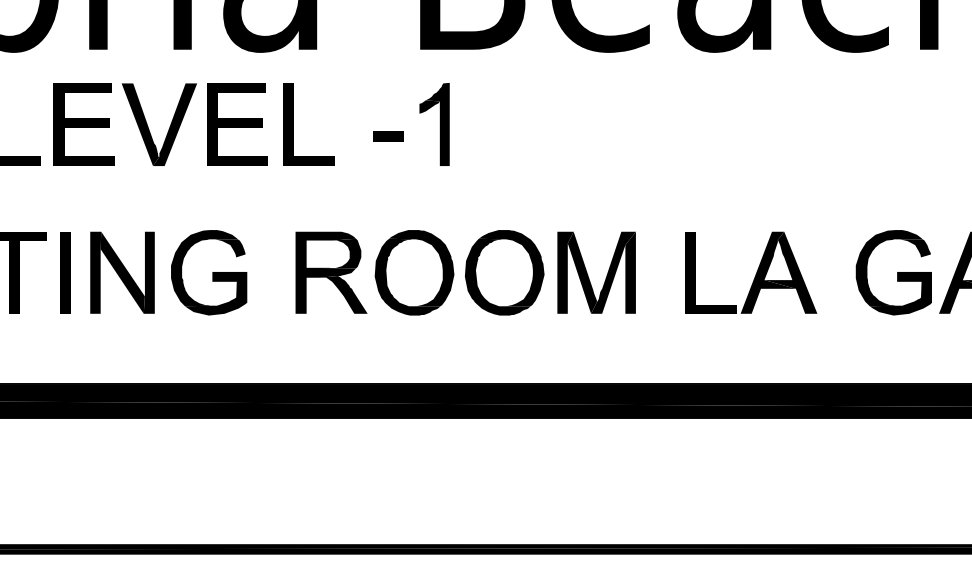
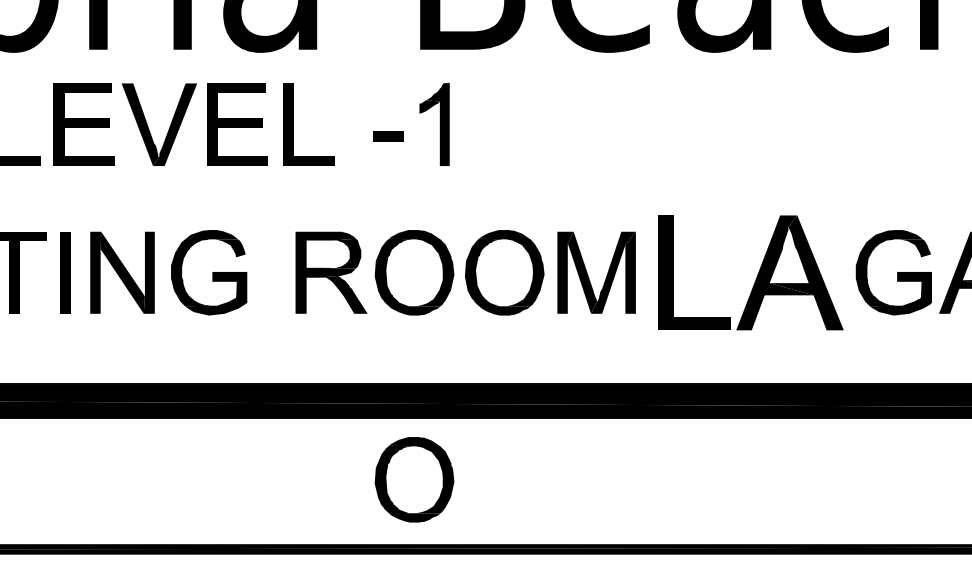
part at (751, 272) size: 133x83 px -> 186x116 px
part at (414, 479): none -> present
